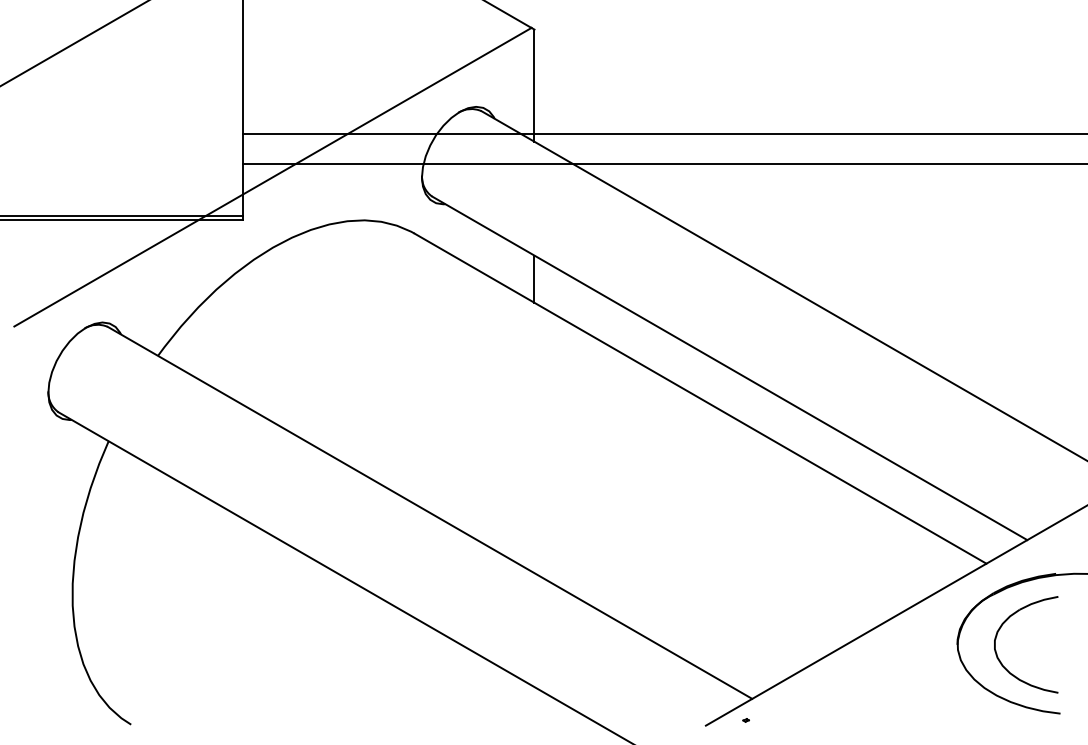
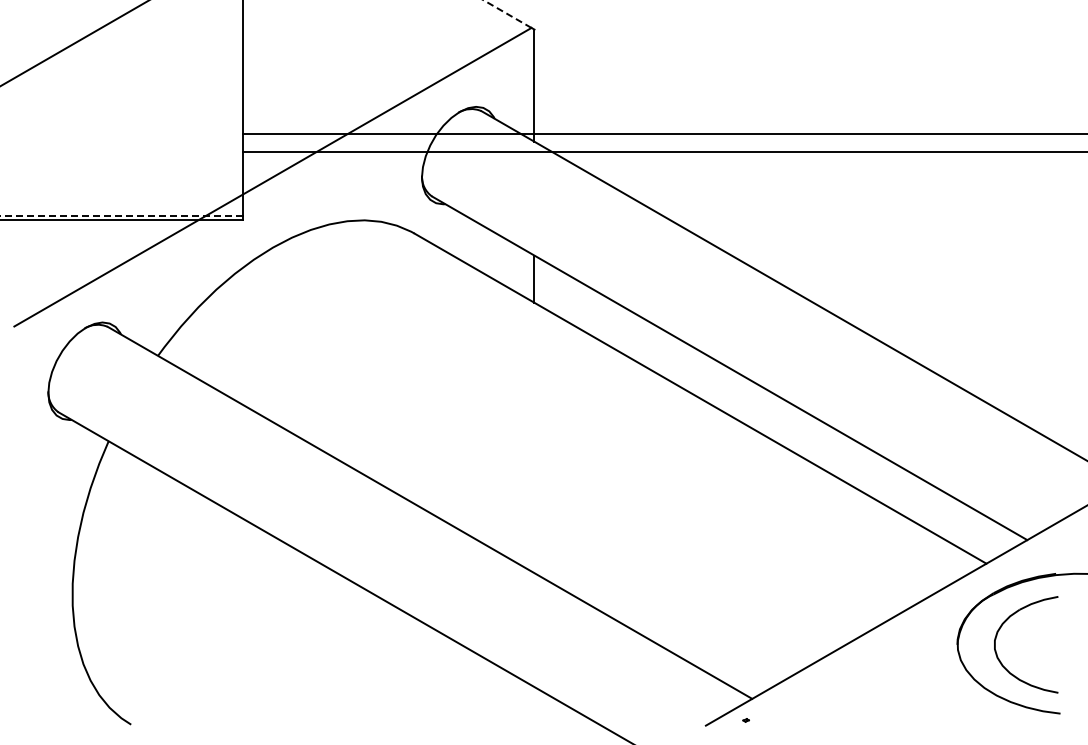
line at (507, 13): solid -> dashed
line at (663, 163) position: (663, 163) -> (663, 151)
line at (121, 215): solid -> dashed
